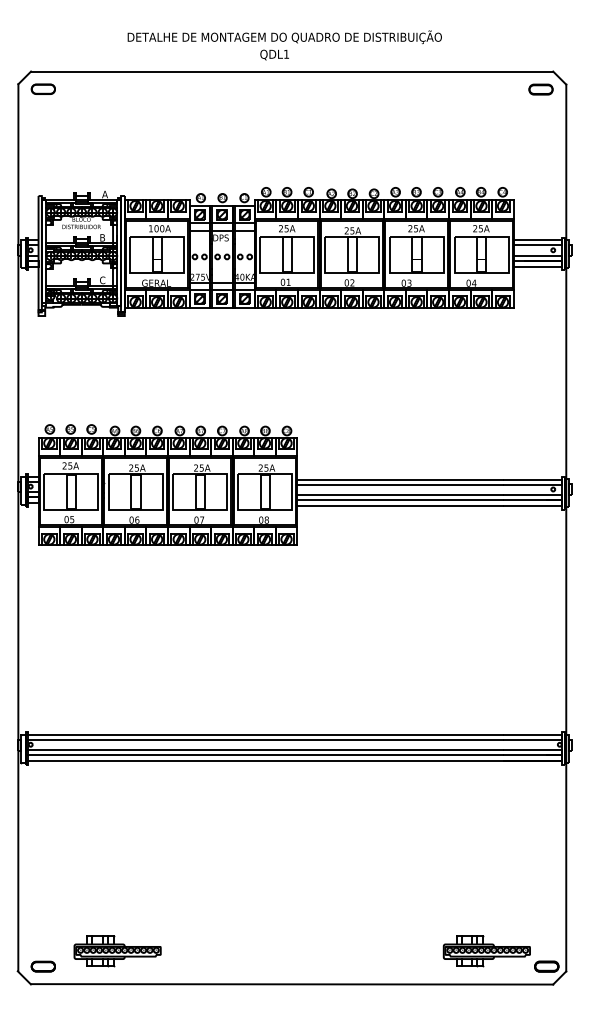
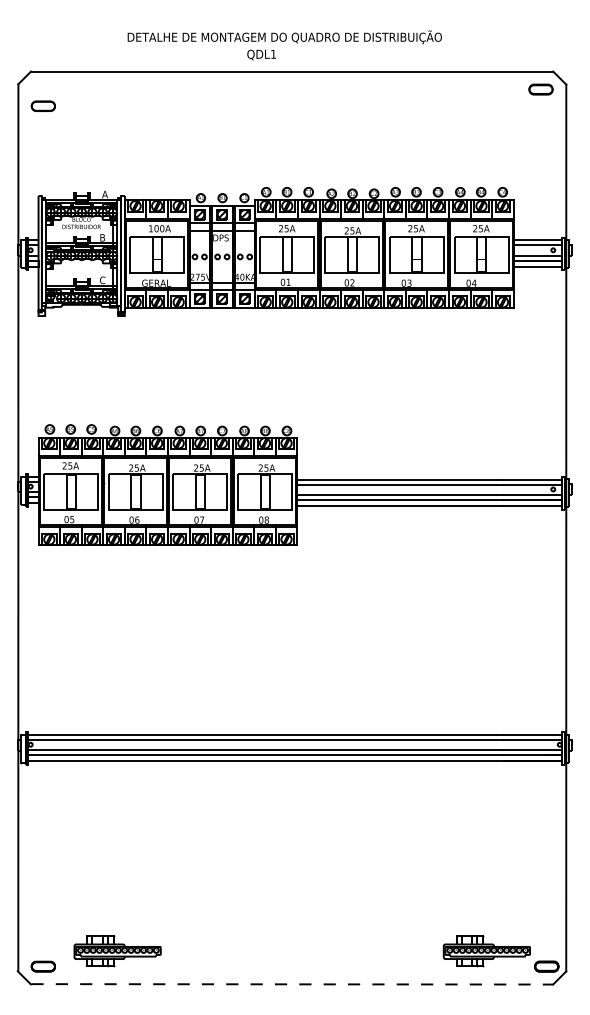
text at (274, 54) position: (274, 54) -> (261, 54)
part at (42, 88) position: (42, 88) -> (42, 105)
line at (292, 984): solid -> dashed
